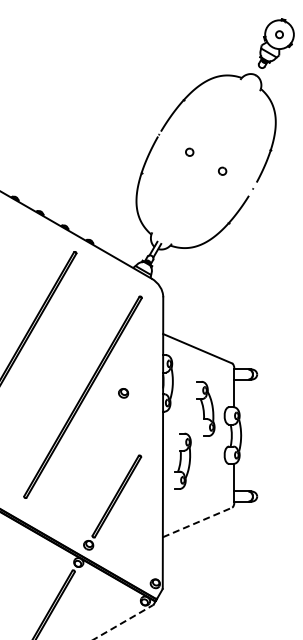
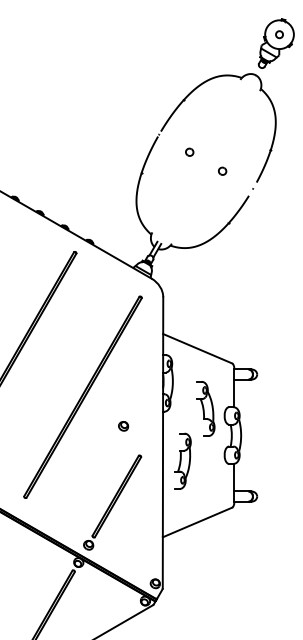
part at (123, 393) position: (123, 393) -> (123, 426)
line at (197, 522): dashed -> solid
line at (123, 622): dashed -> solid
